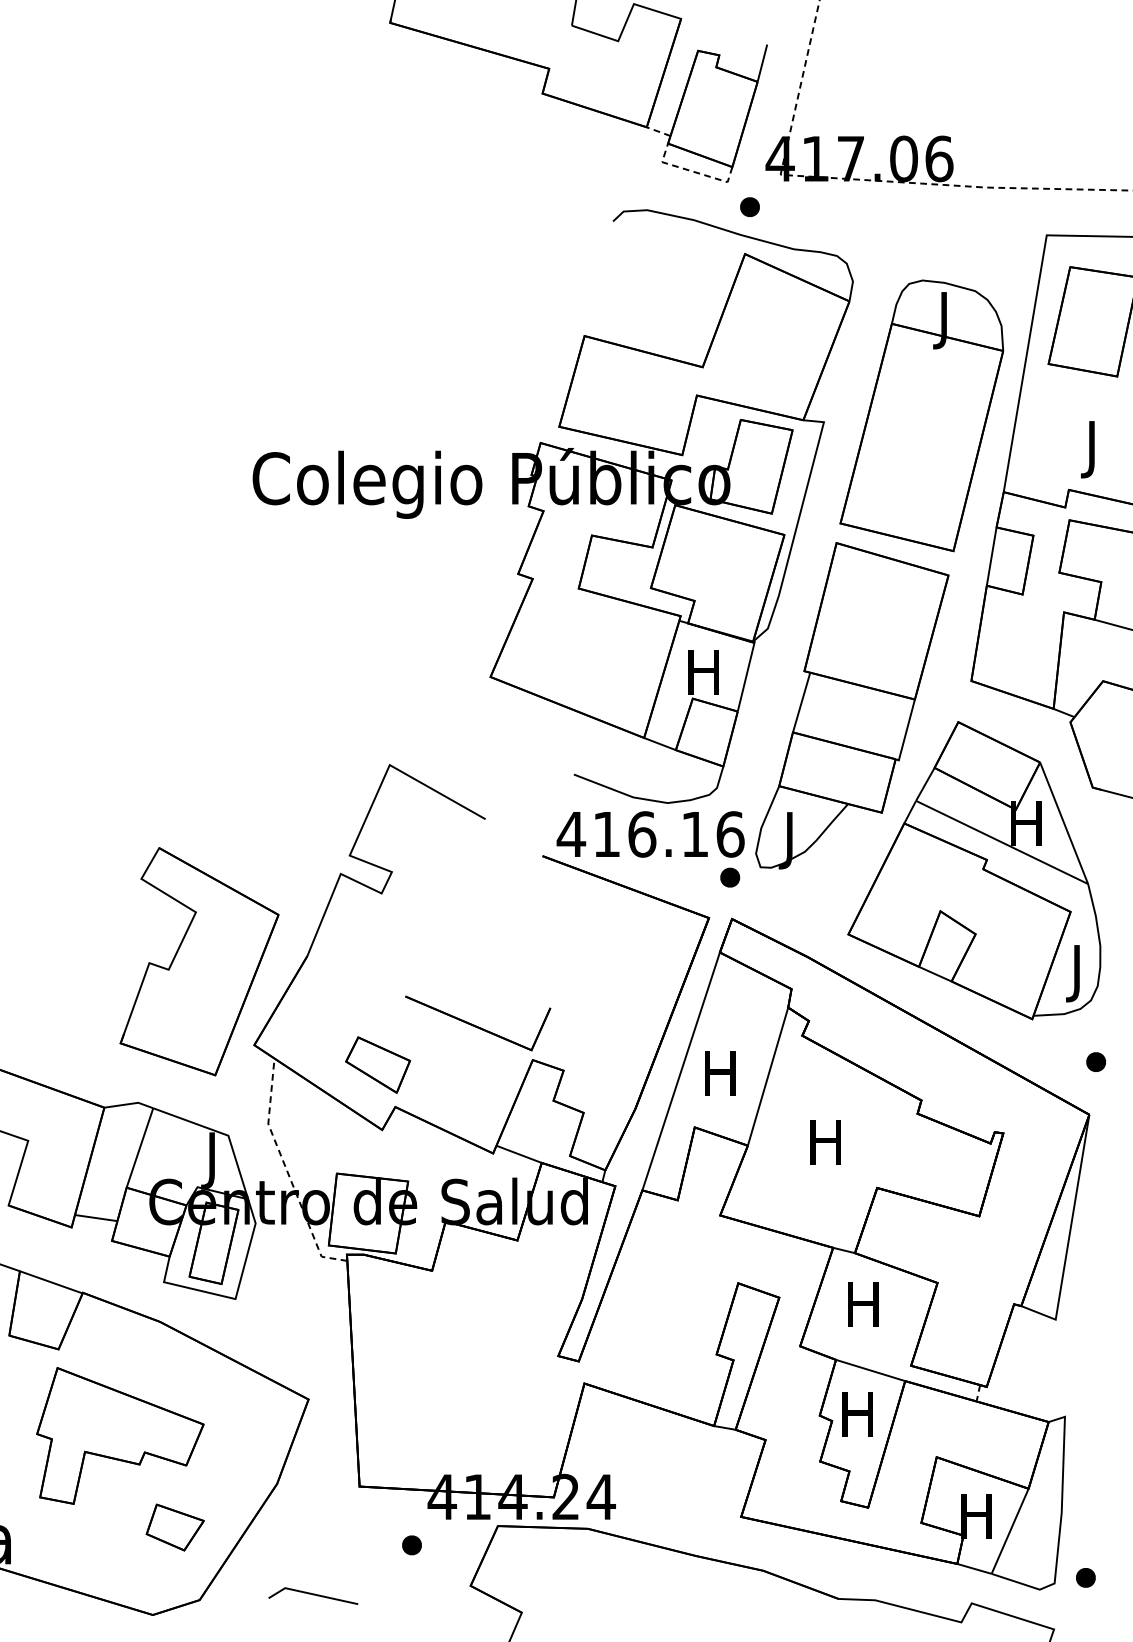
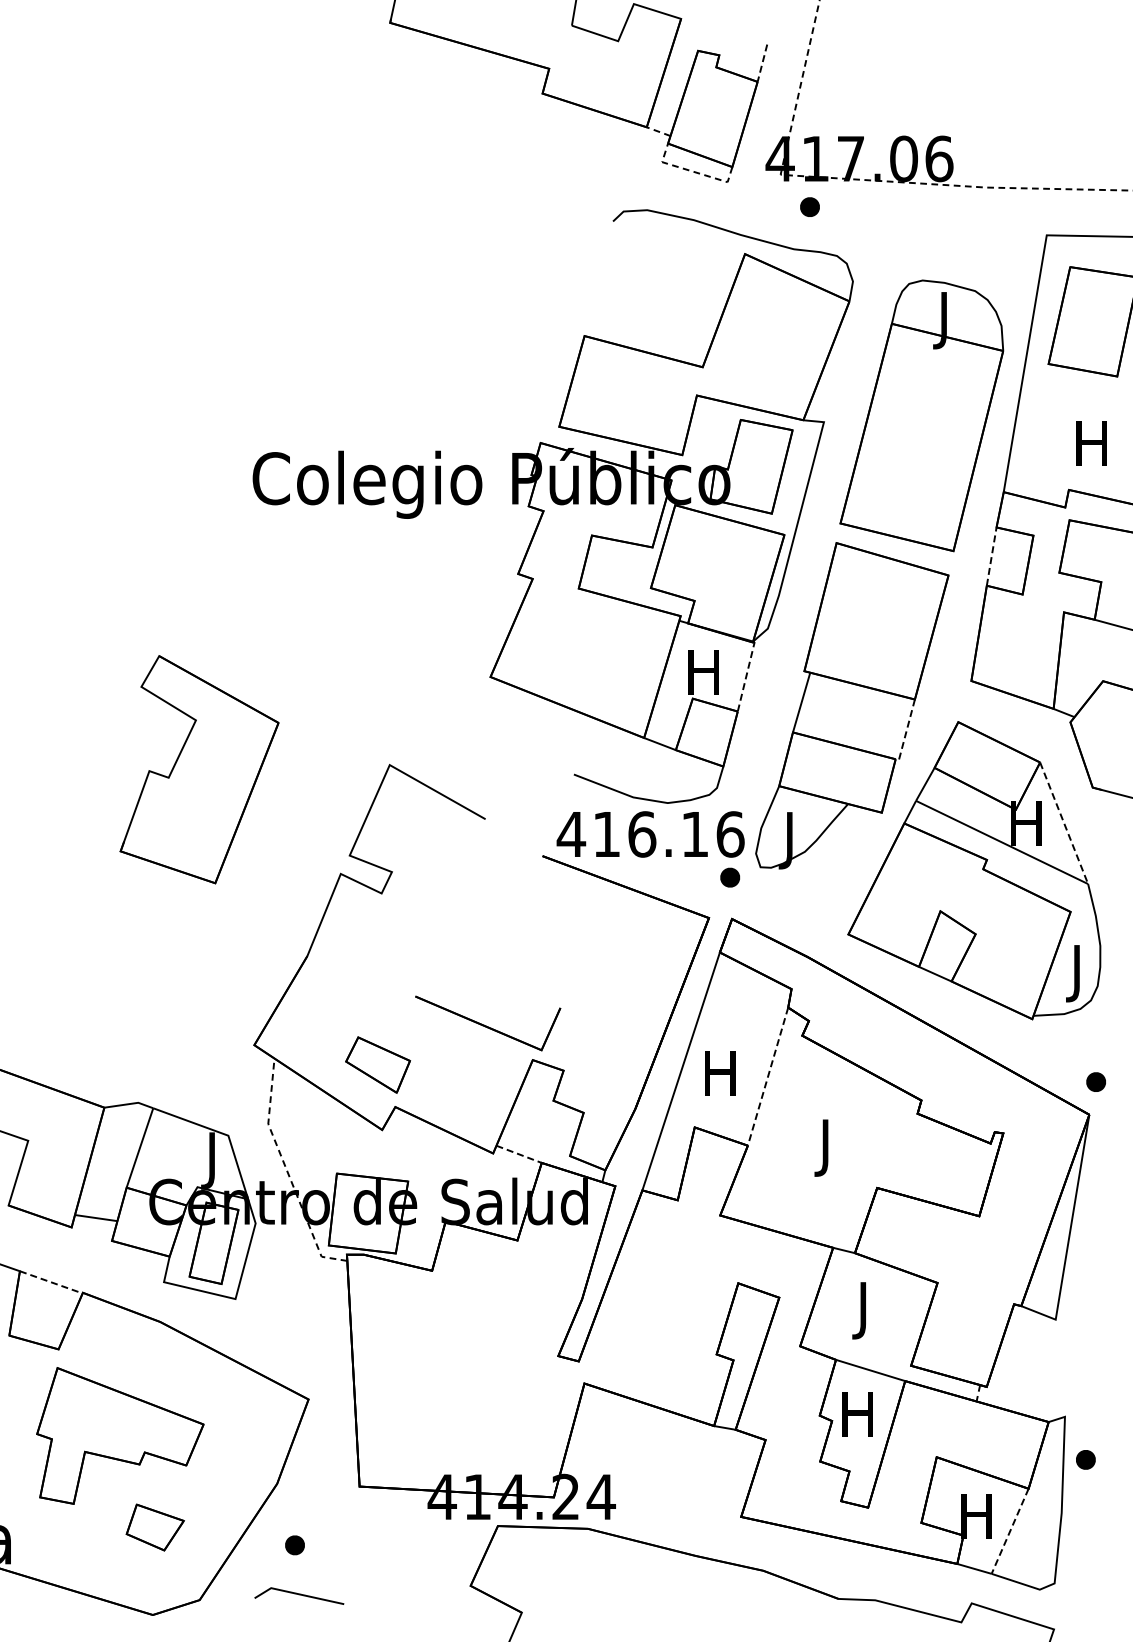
line at (762, 63): solid -> dashed
part at (749, 206) position: (749, 206) -> (809, 206)
text at (1091, 449): J -> H
line at (991, 556): solid -> dashed
line at (746, 675): solid -> dashed
line at (906, 732): solid -> dashed
line at (1064, 823): solid -> dashed
part at (199, 961) position: (199, 961) -> (199, 769)
part at (478, 1023) position: (478, 1023) -> (488, 1023)
part at (1095, 1061) position: (1095, 1061) -> (1095, 1081)
line at (768, 1076): solid -> dashed
text at (825, 1147): H -> J
line at (519, 1154): solid -> dashed
line at (51, 1282): solid -> dashed
text at (863, 1310): H -> J
part at (174, 1527) position: (174, 1527) -> (154, 1527)
line at (1009, 1531): solid -> dashed
part at (411, 1545) position: (411, 1545) -> (294, 1545)
part at (1085, 1577) position: (1085, 1577) -> (1085, 1459)
line at (313, 1595) position: (313, 1595) -> (299, 1595)
